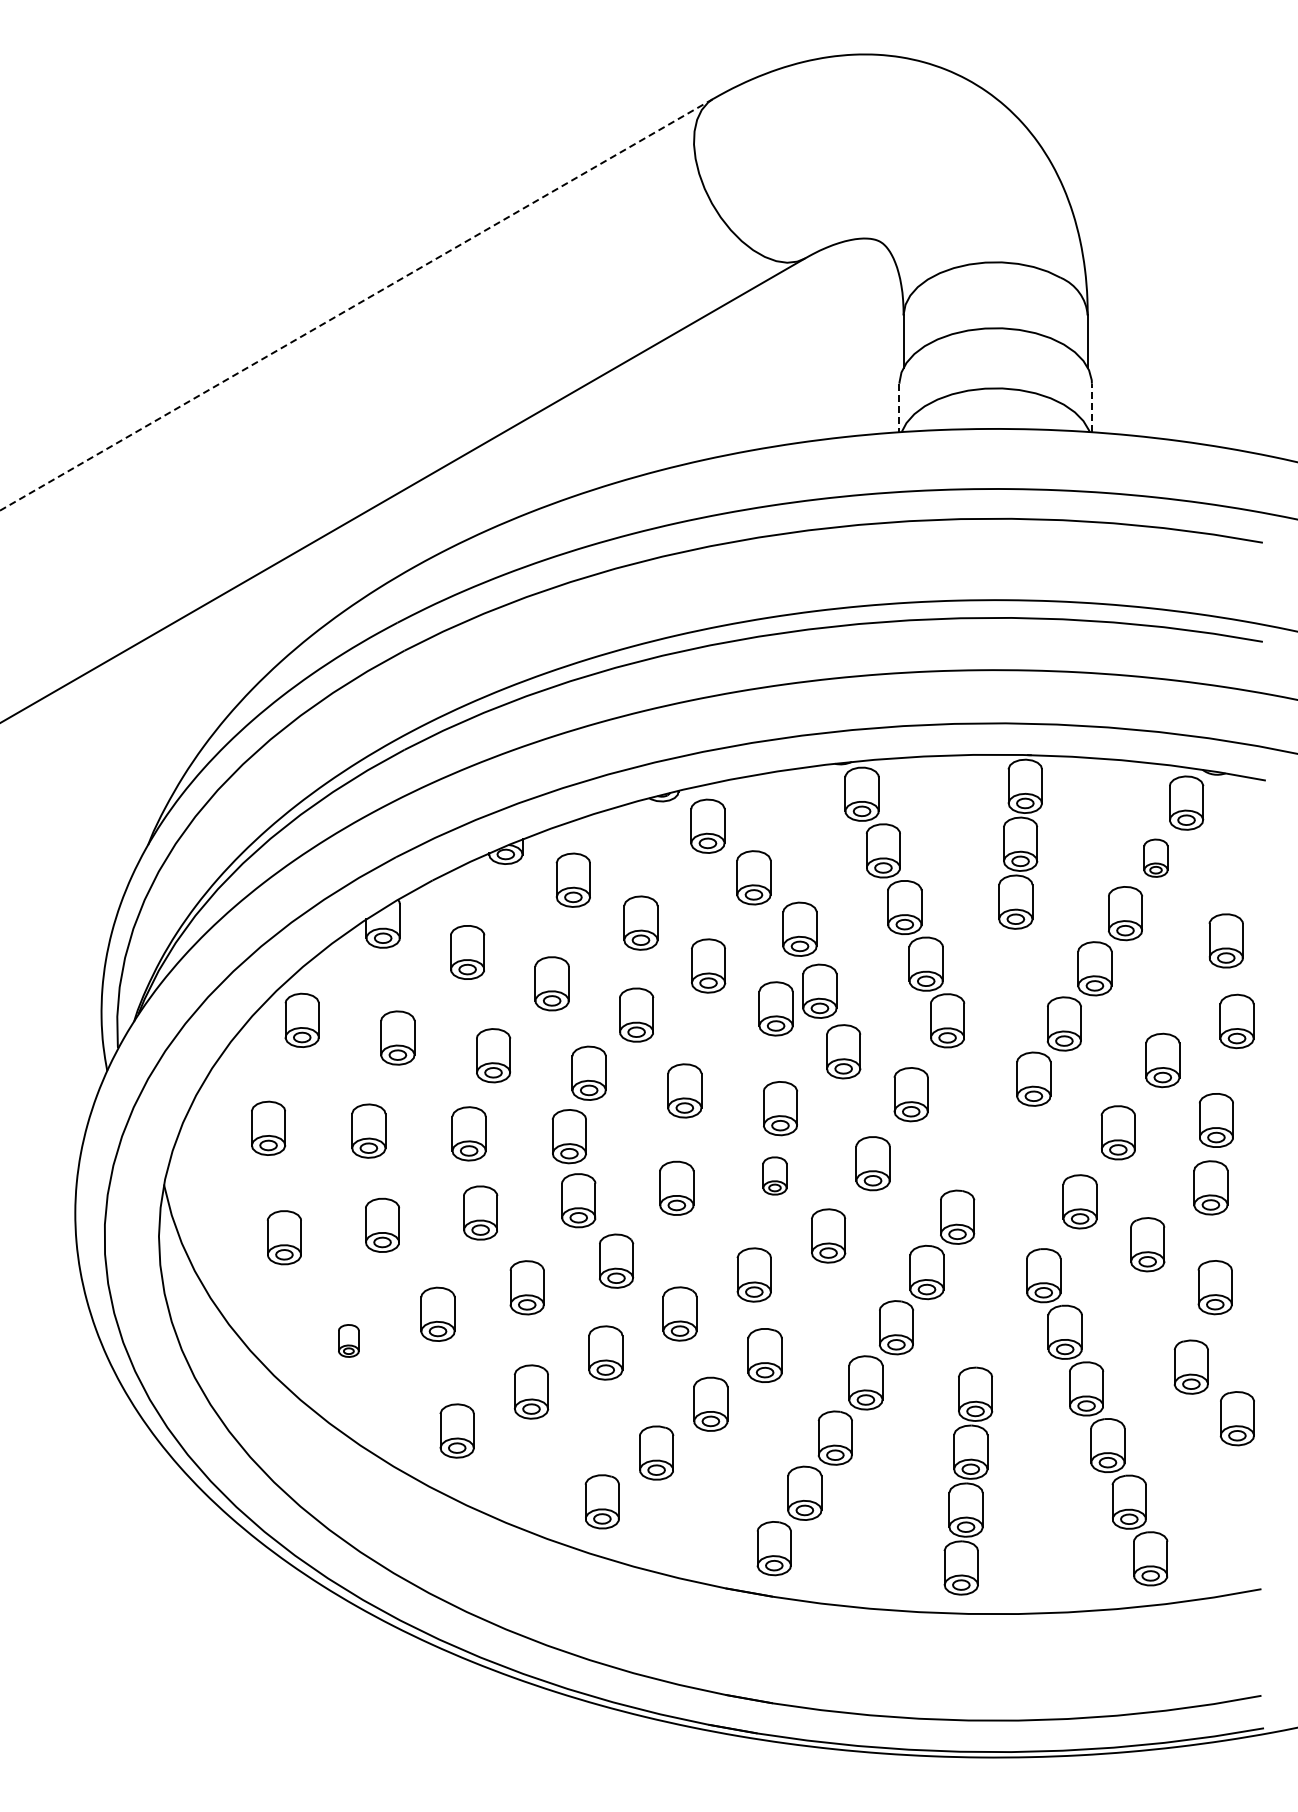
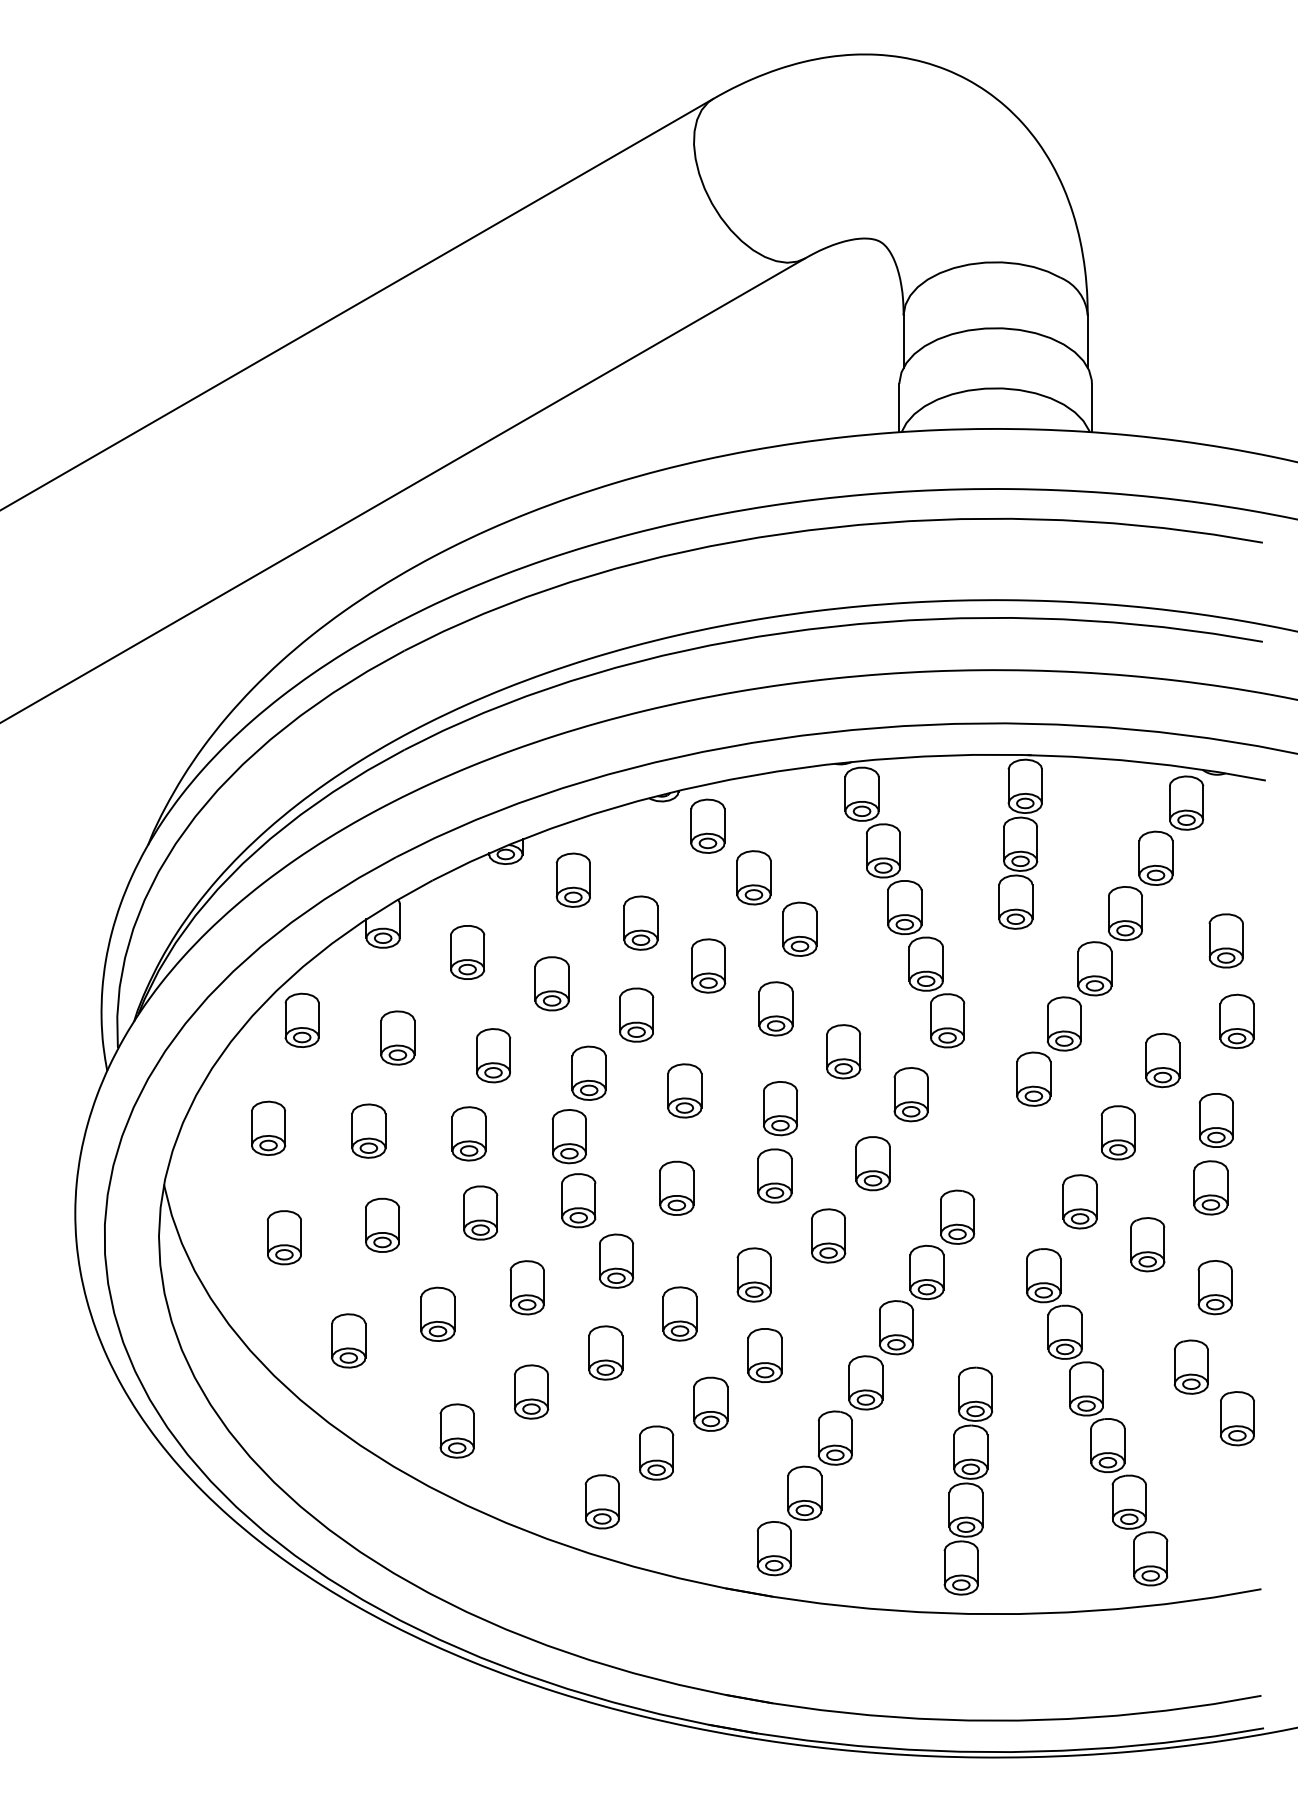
line at (356, 304): dashed -> solid
line at (1091, 407): dashed -> solid
line at (899, 408): dashed -> solid
part at (1155, 857) size: 26x40 px -> 36x56 px
part at (819, 990): present -> none
part at (774, 1175) size: 26x40 px -> 36x56 px
part at (348, 1340) size: 22x34 px -> 36x56 px
